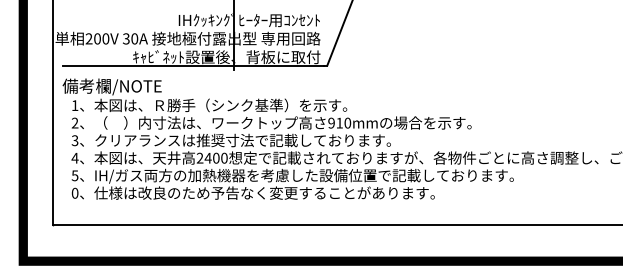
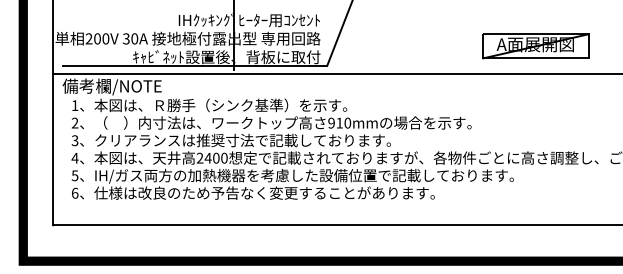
part at (535, 46): none -> present
line at (336, 73): none -> present
text at (74, 192): 0 -> 6
